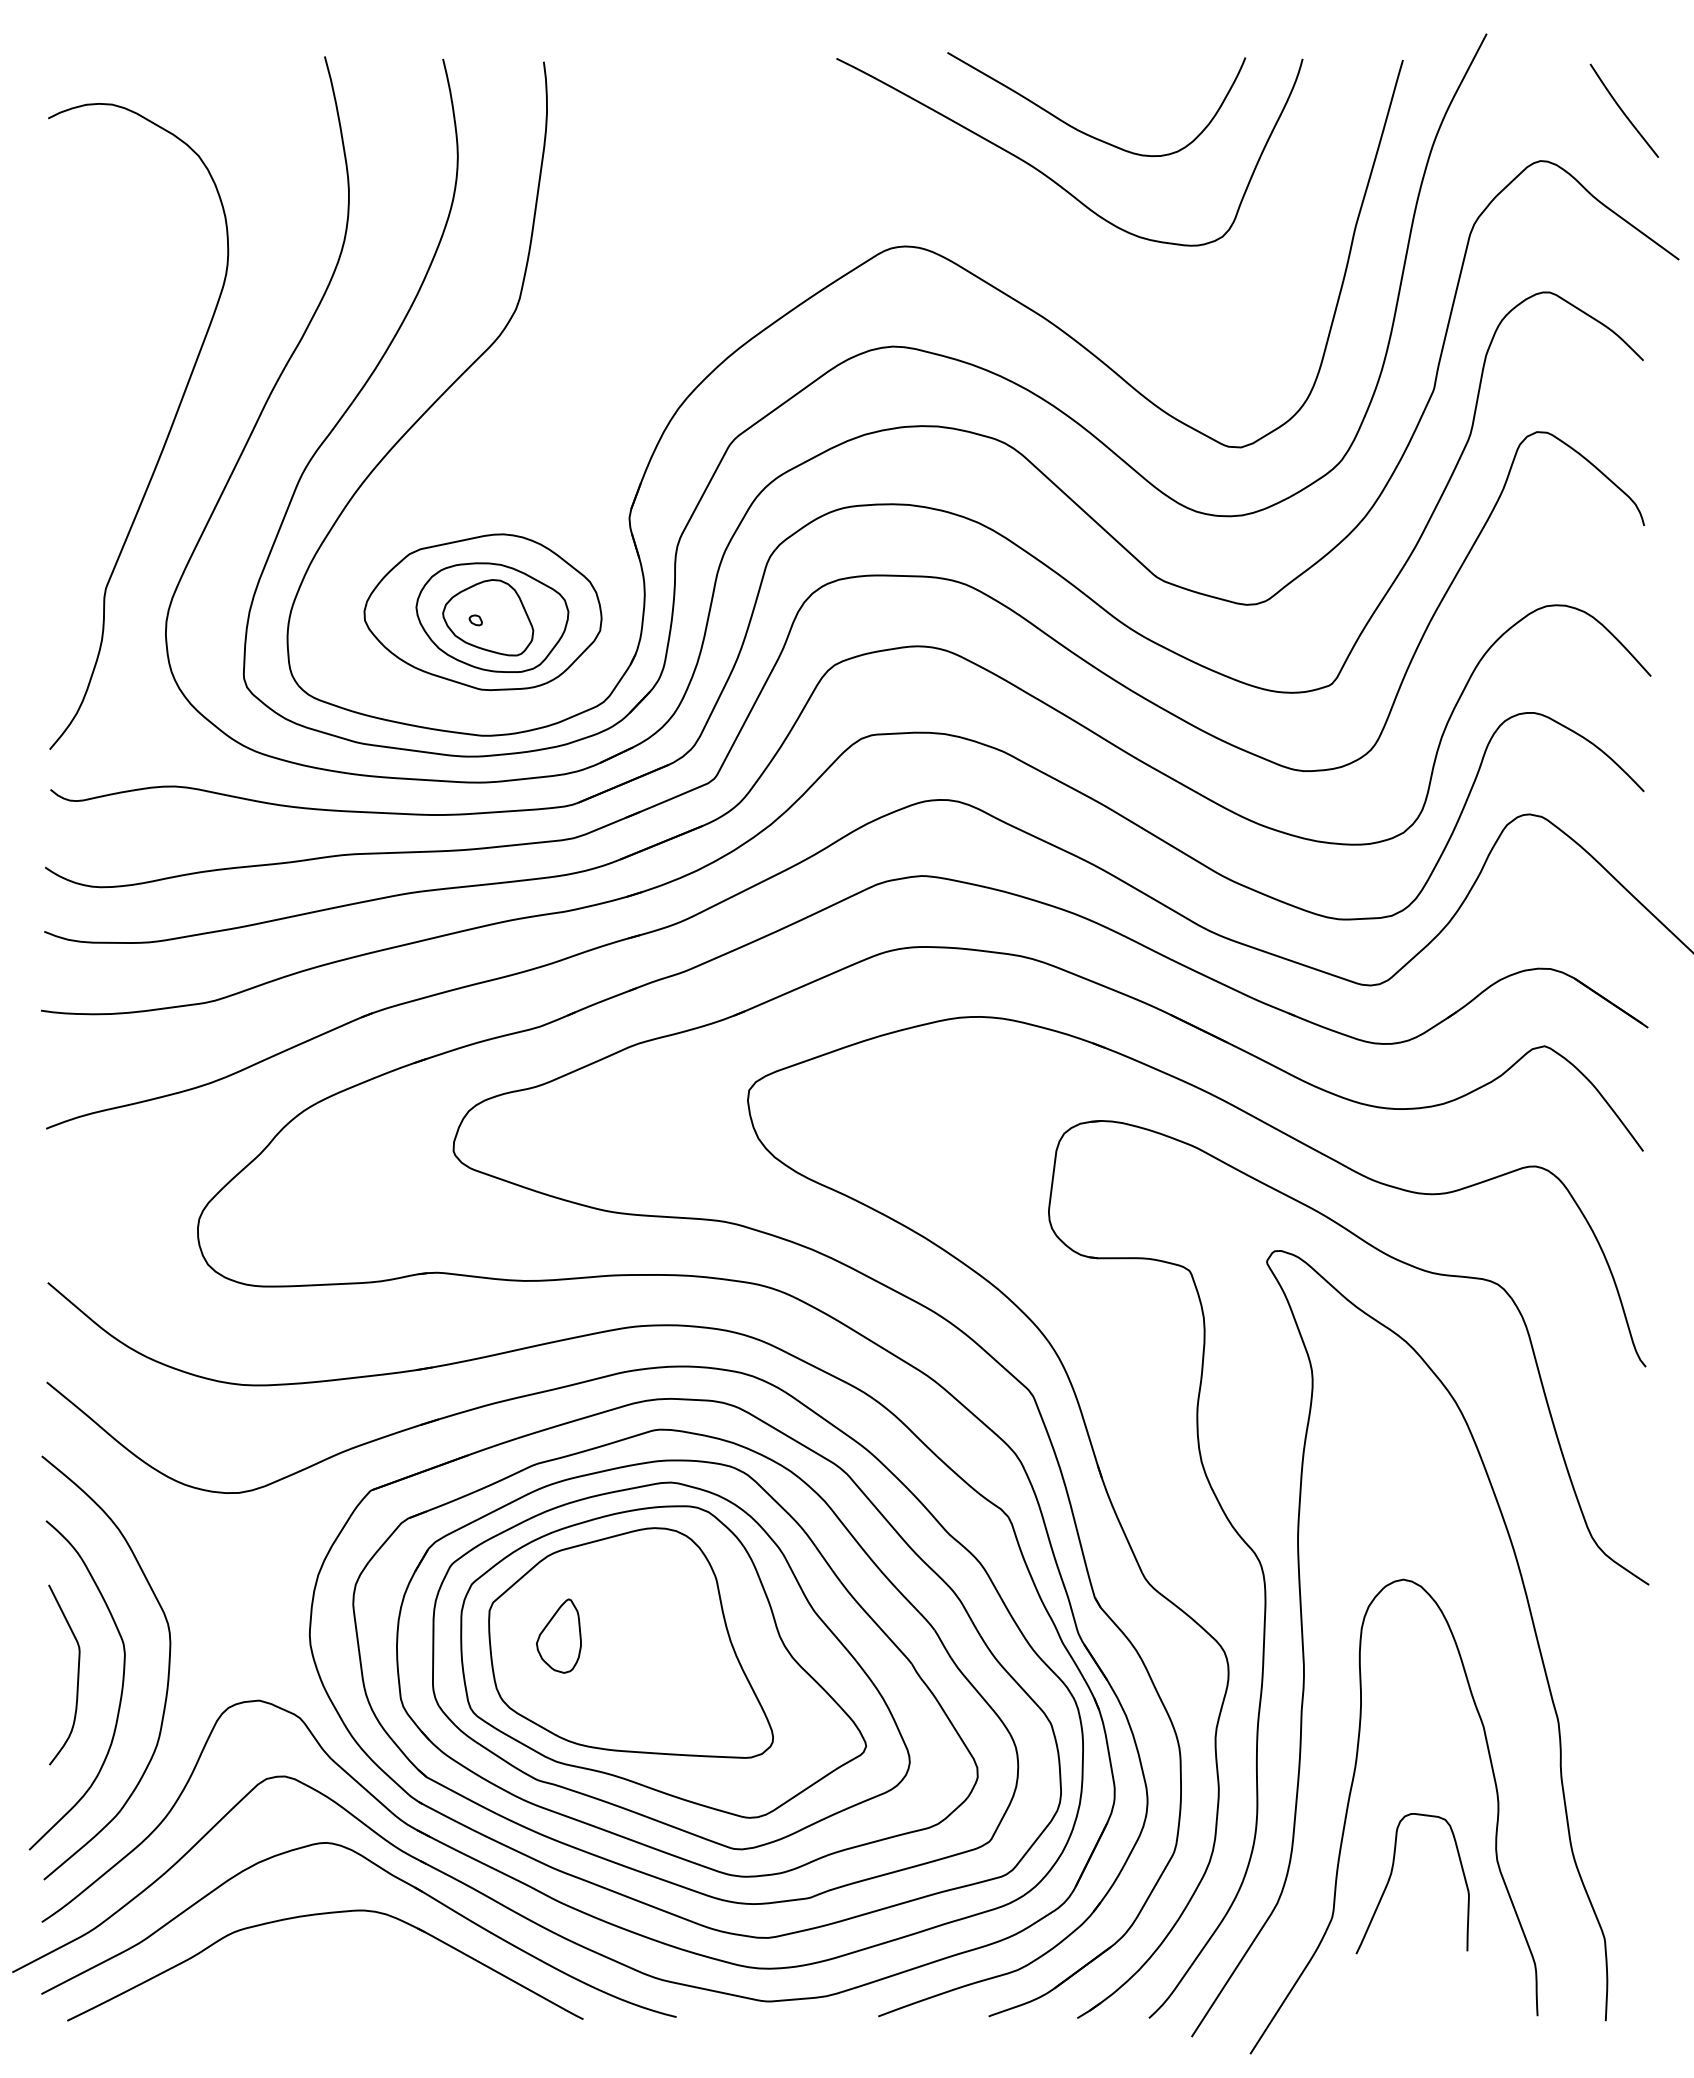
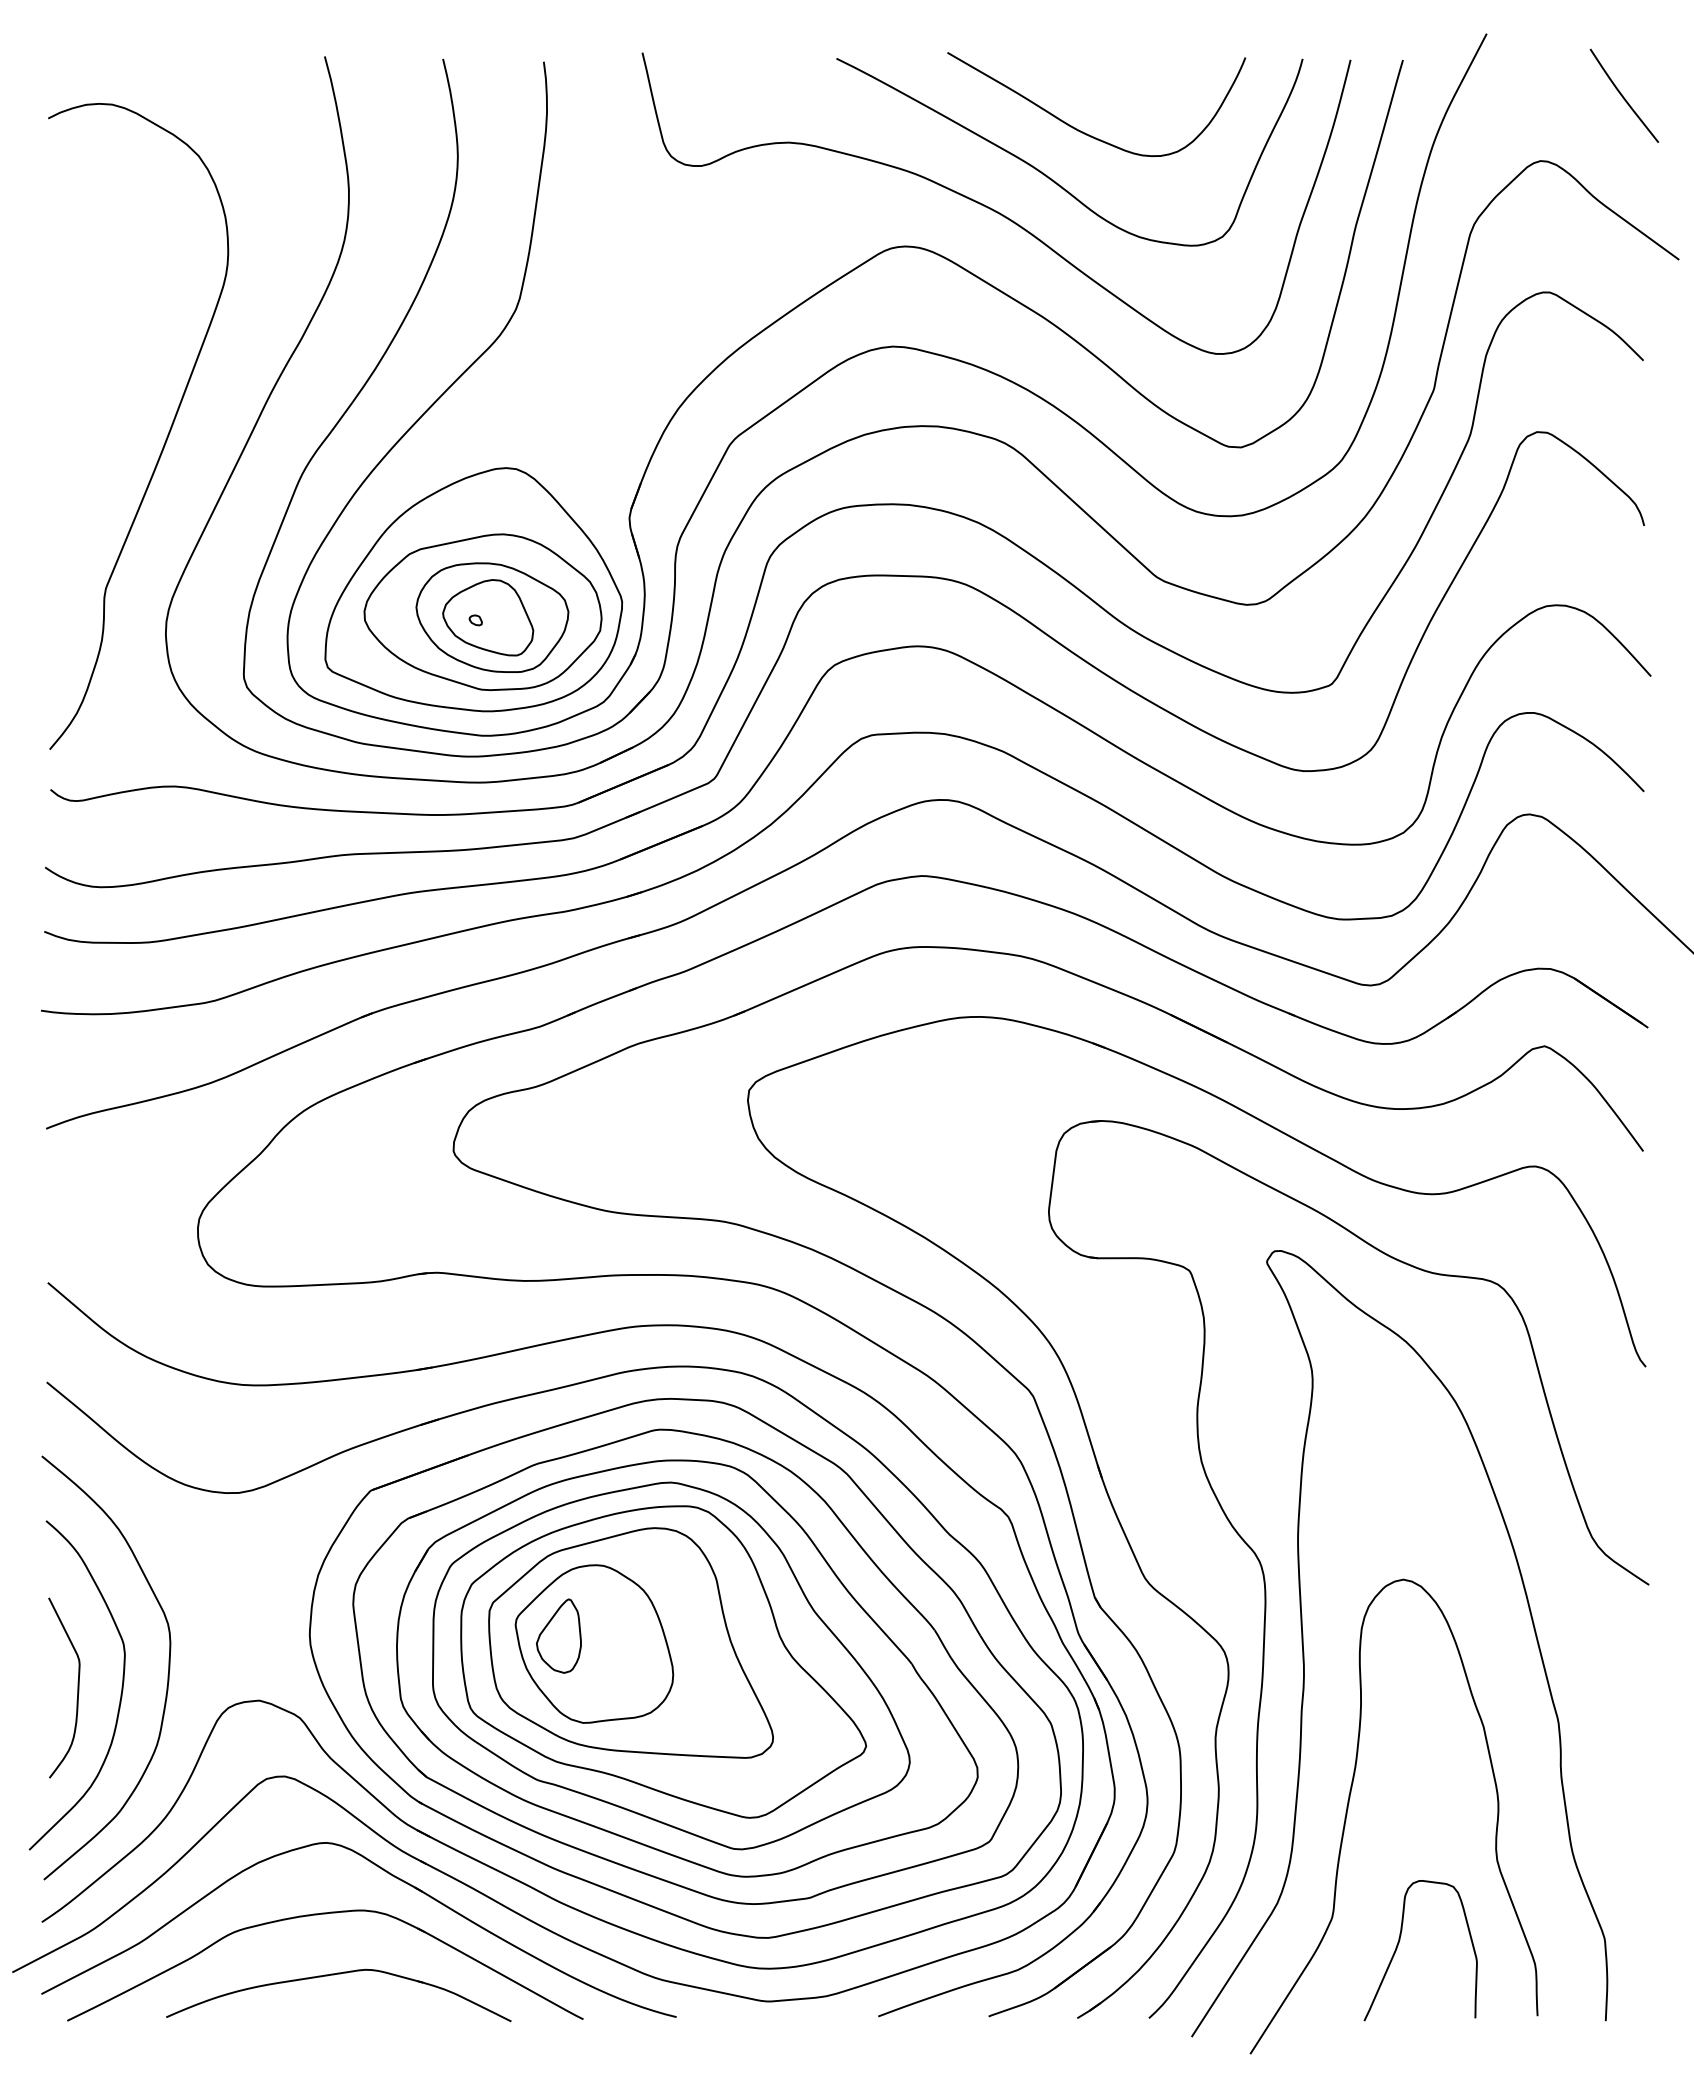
curve at (1623, 110) position: (1623, 110) -> (1623, 95)
curve at (994, 209): none -> present
part at (473, 589): none -> present
part at (594, 1643): none -> present
curve at (77, 1674) position: (77, 1674) -> (77, 1687)
curve at (1391, 1876) position: (1391, 1876) -> (1399, 1943)
part at (334, 1975): none -> present
